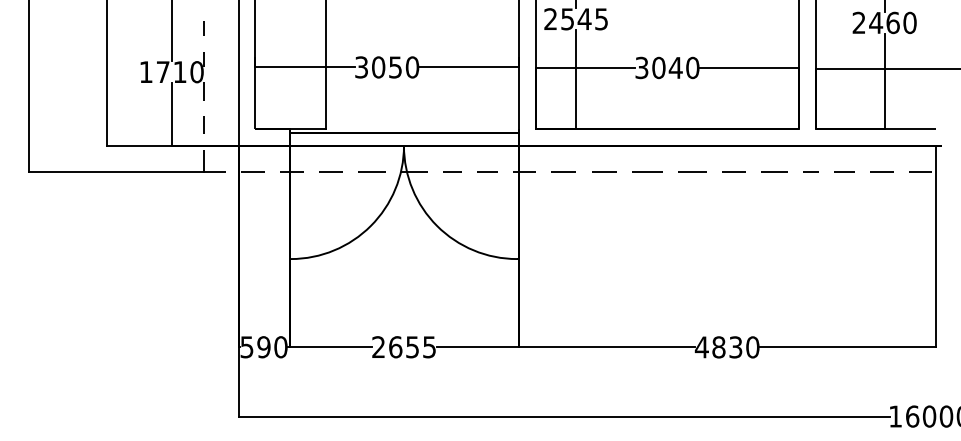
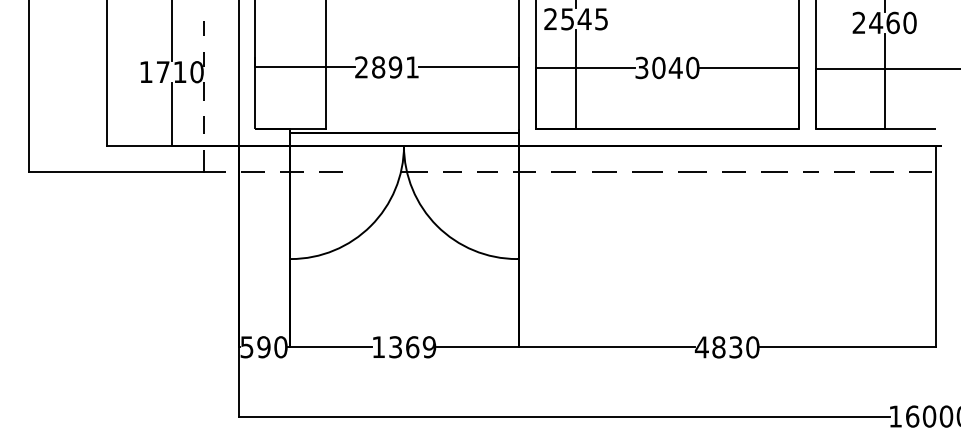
text at (387, 67): 3050 -> 2891
line at (371, 171): present -> none
text at (404, 347): 2655 -> 1369
